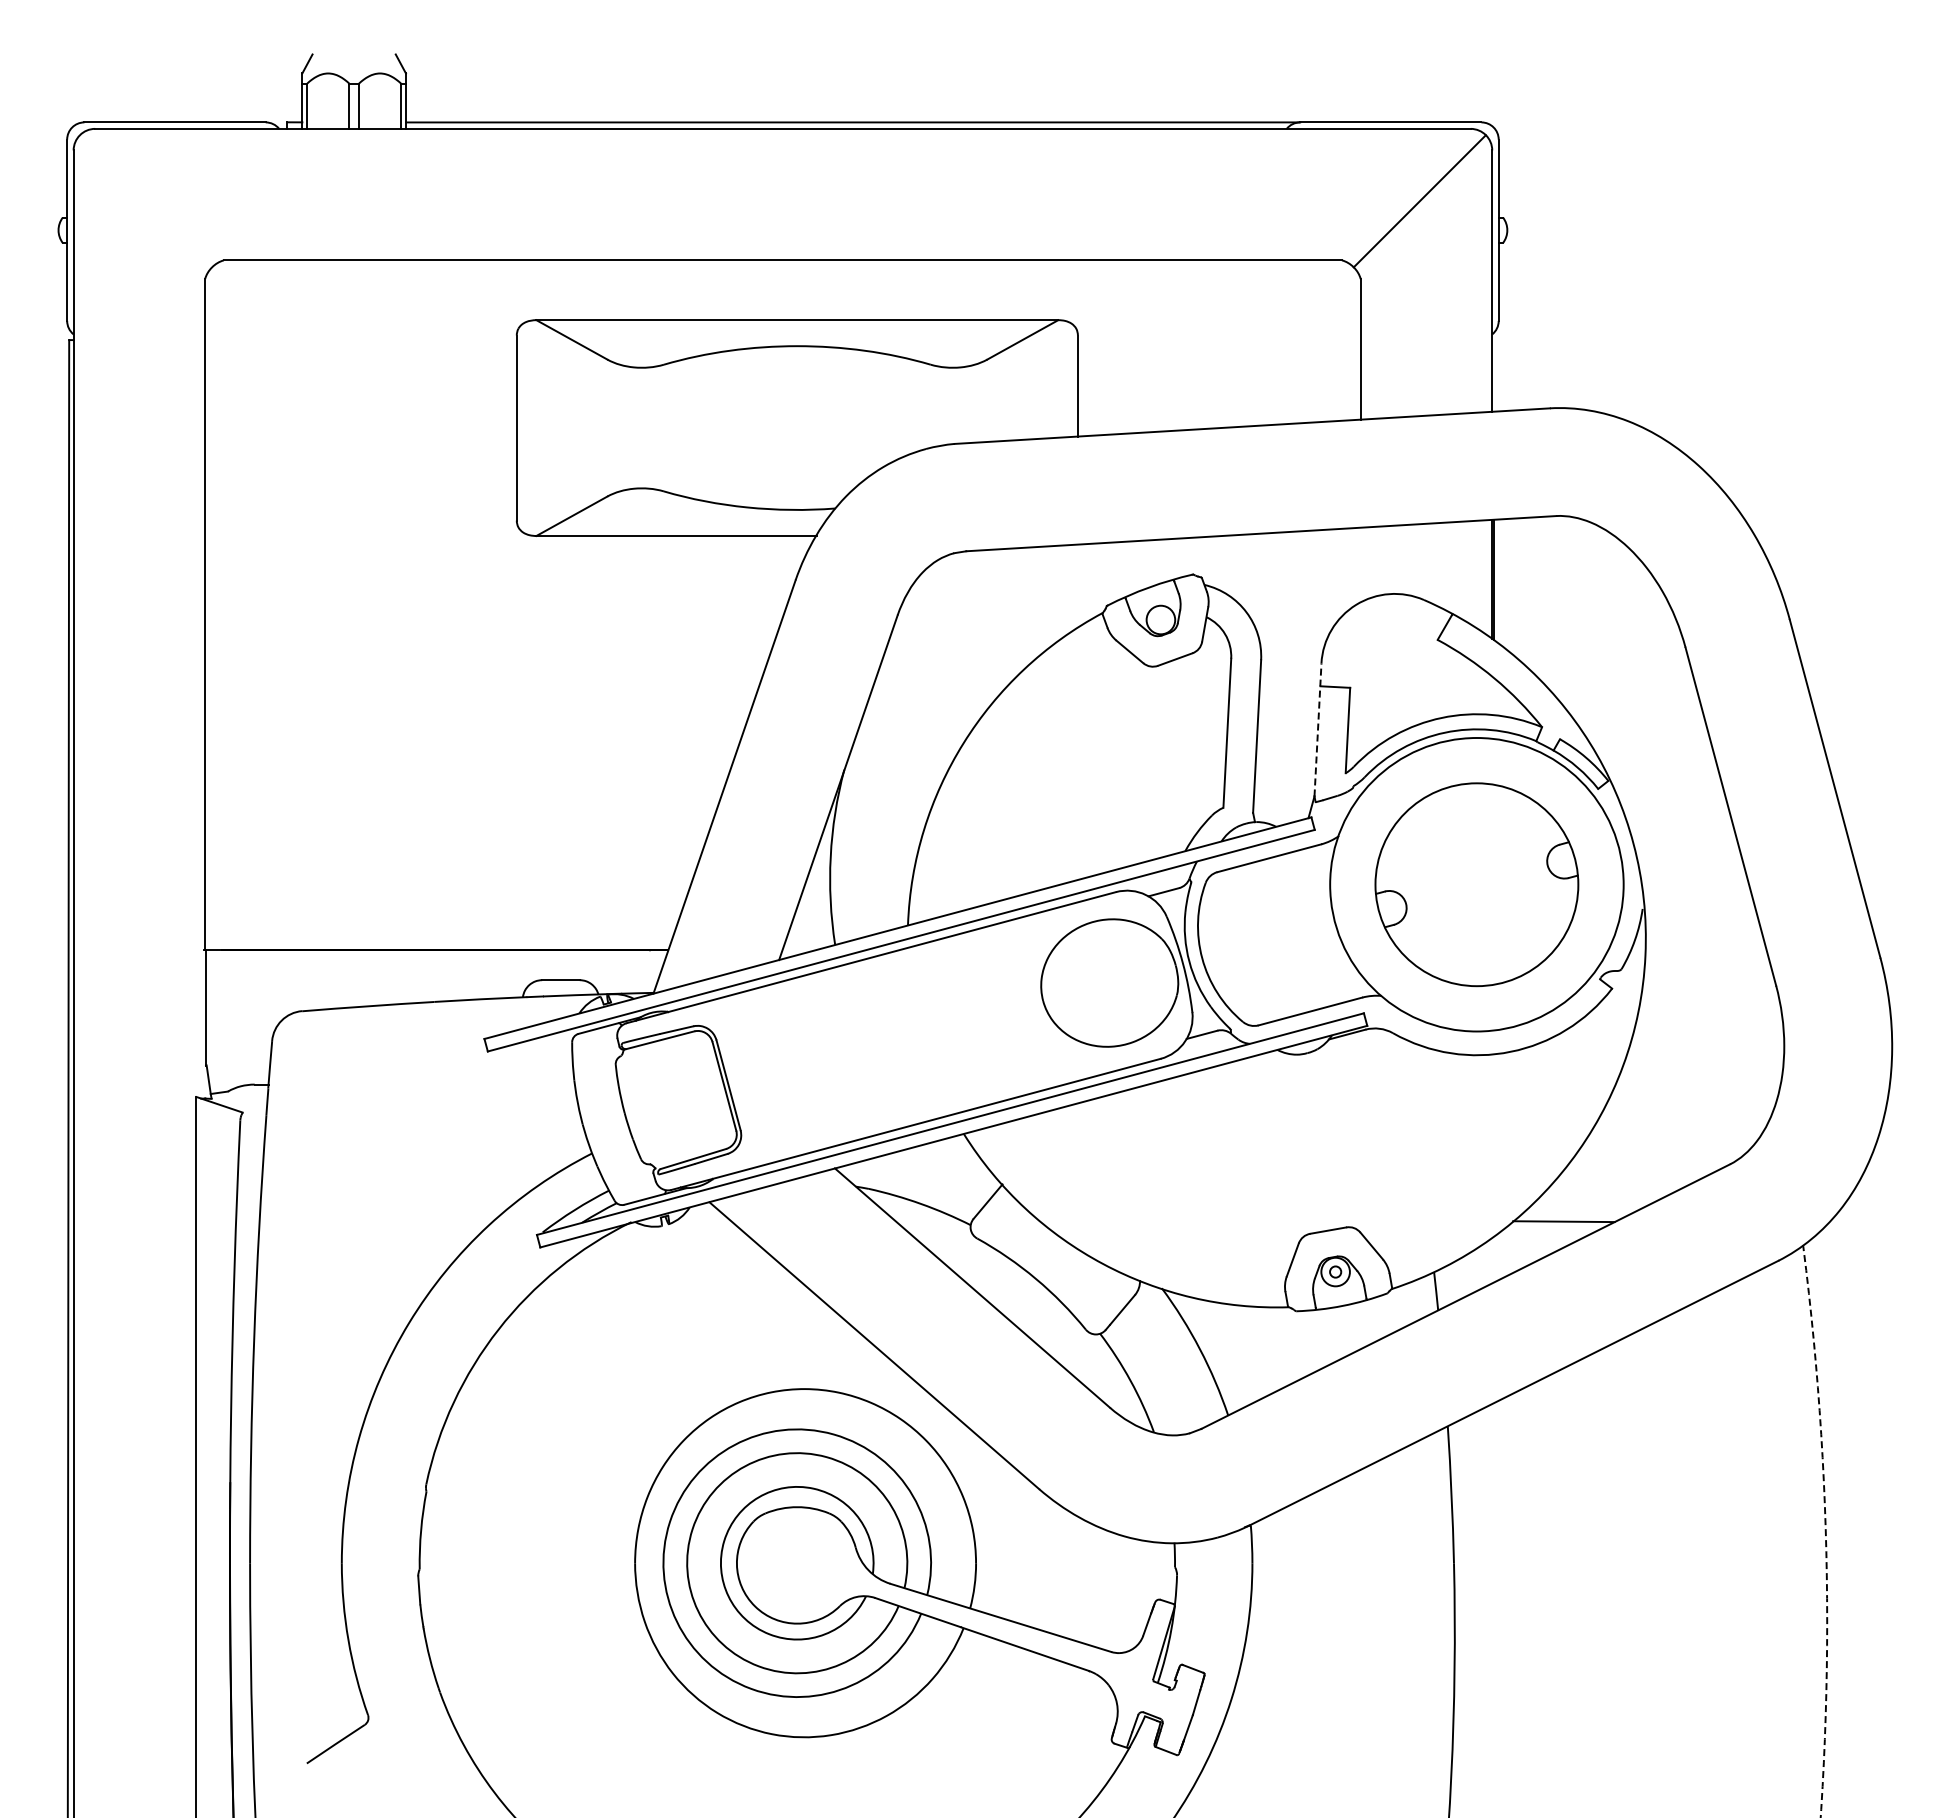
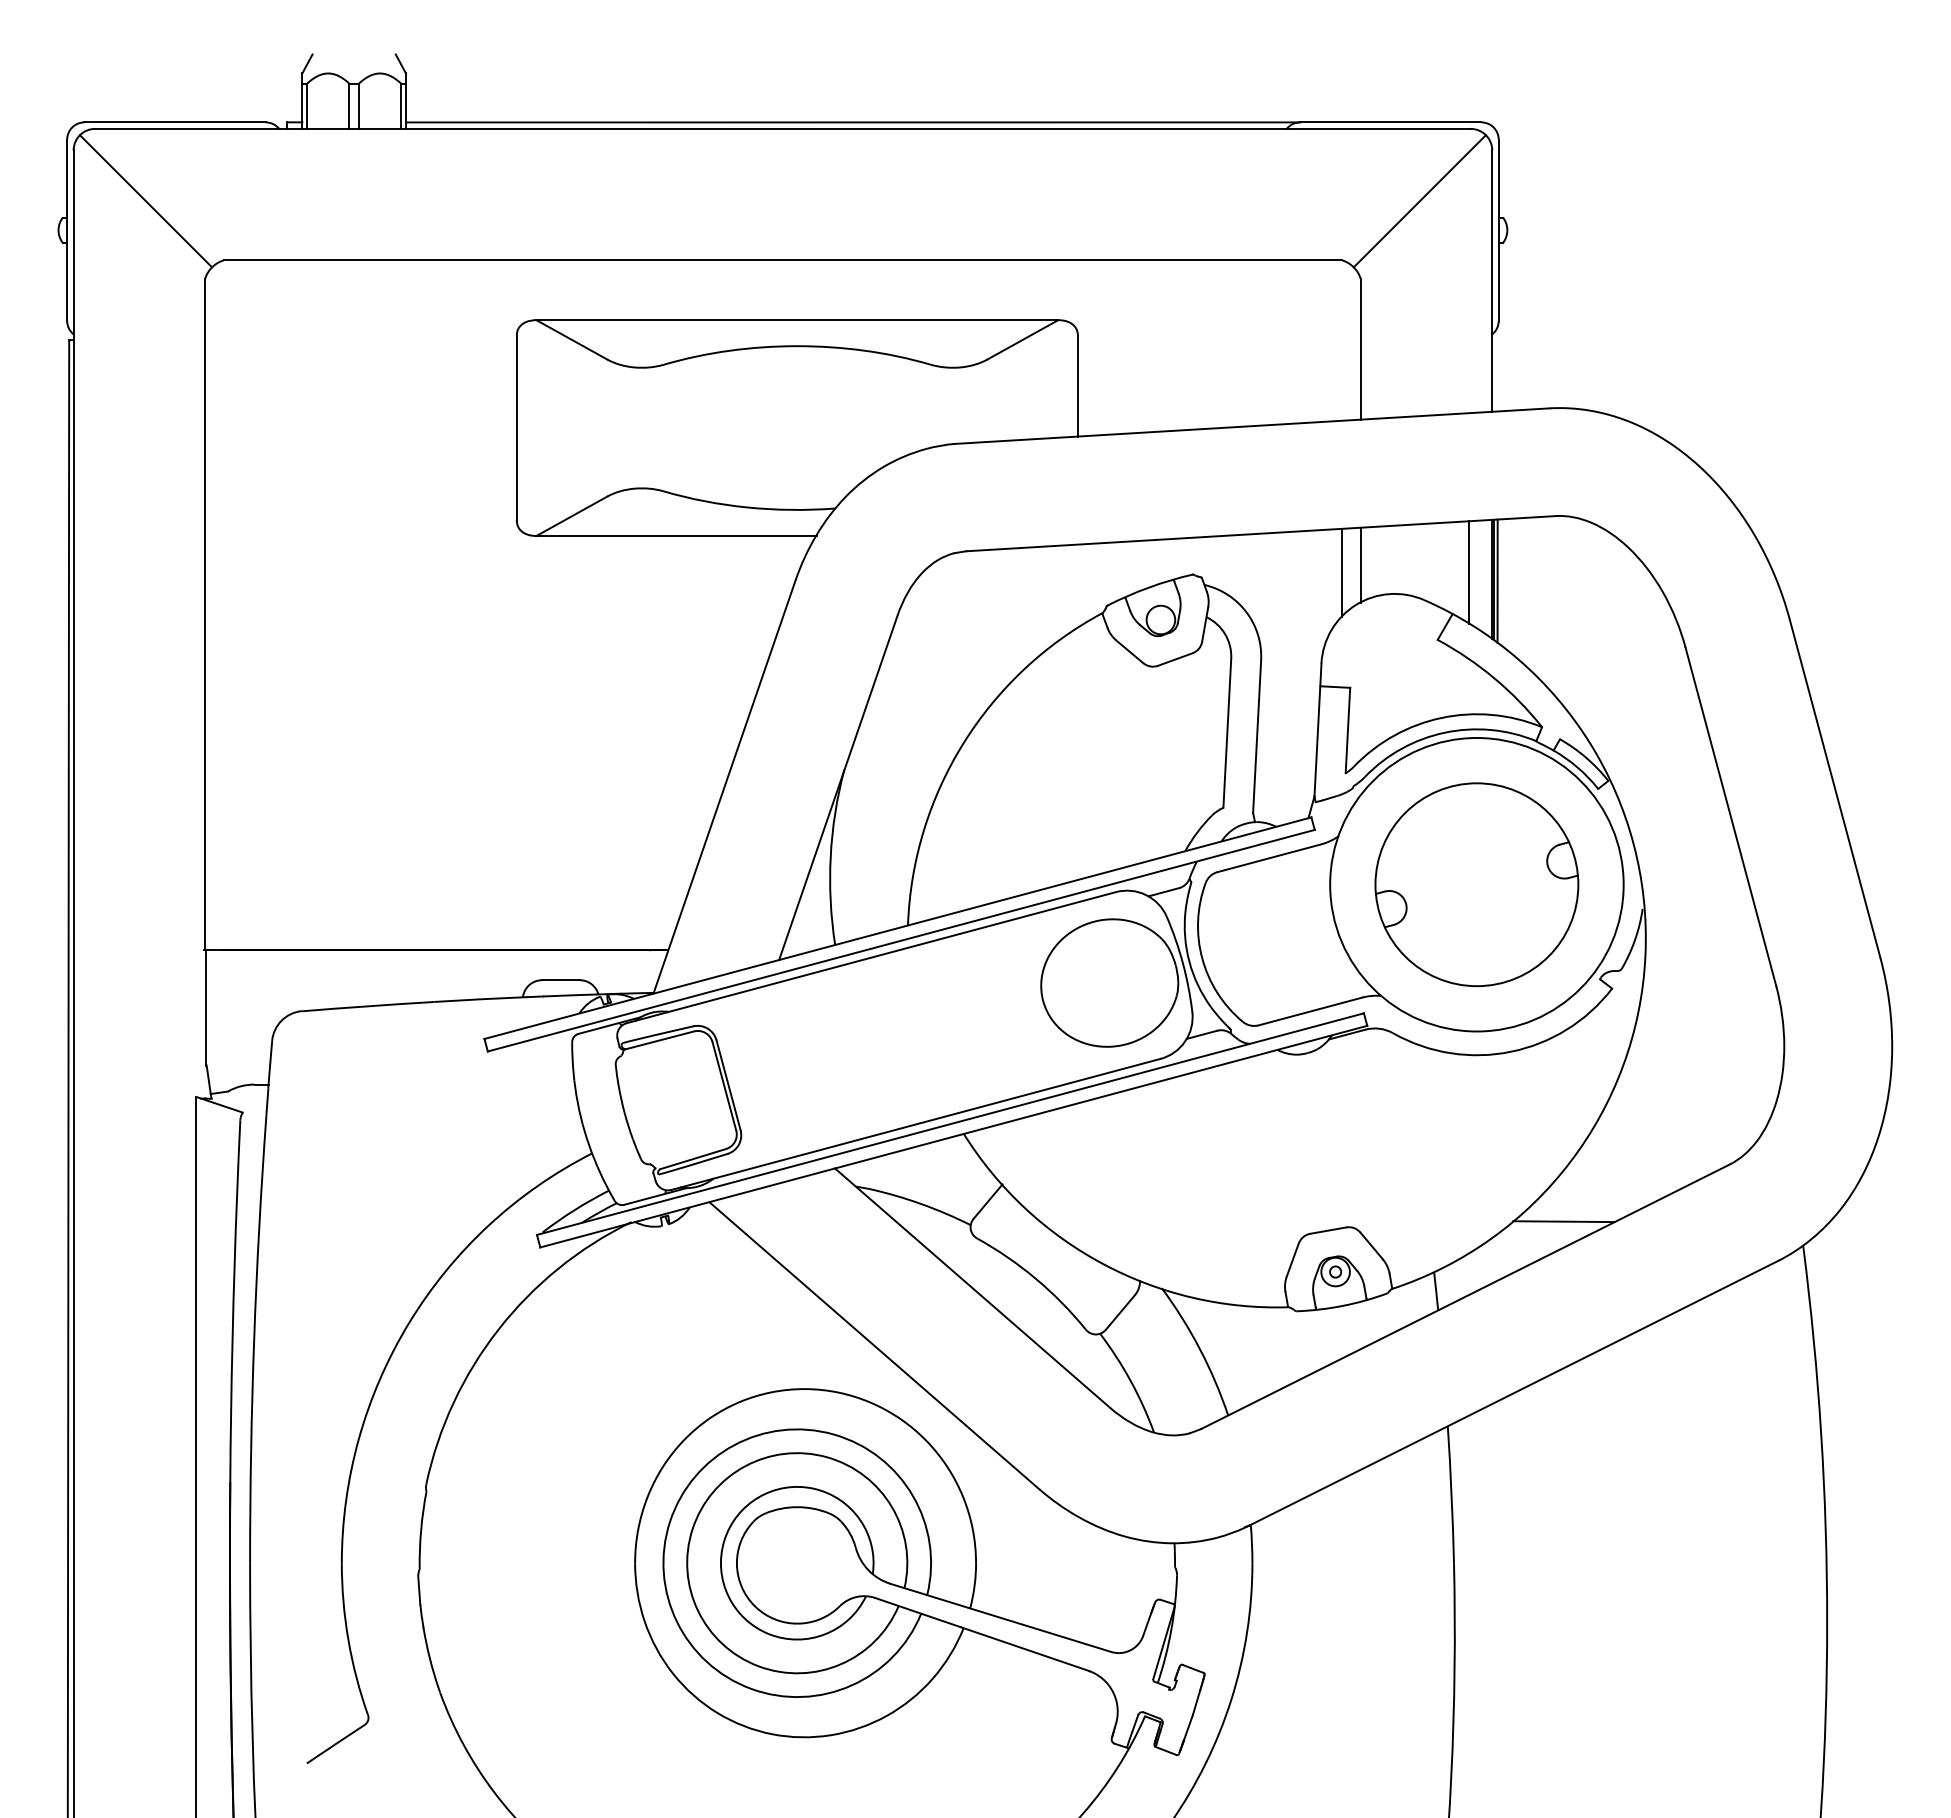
line at (145, 201): none -> present
line at (1360, 564): none -> present
line at (1342, 572): none -> present
line at (1469, 572): none -> present
line at (1497, 580): none -> present
line at (1317, 729): dashed -> solid
arc at (1825, 1531): dashed -> solid
